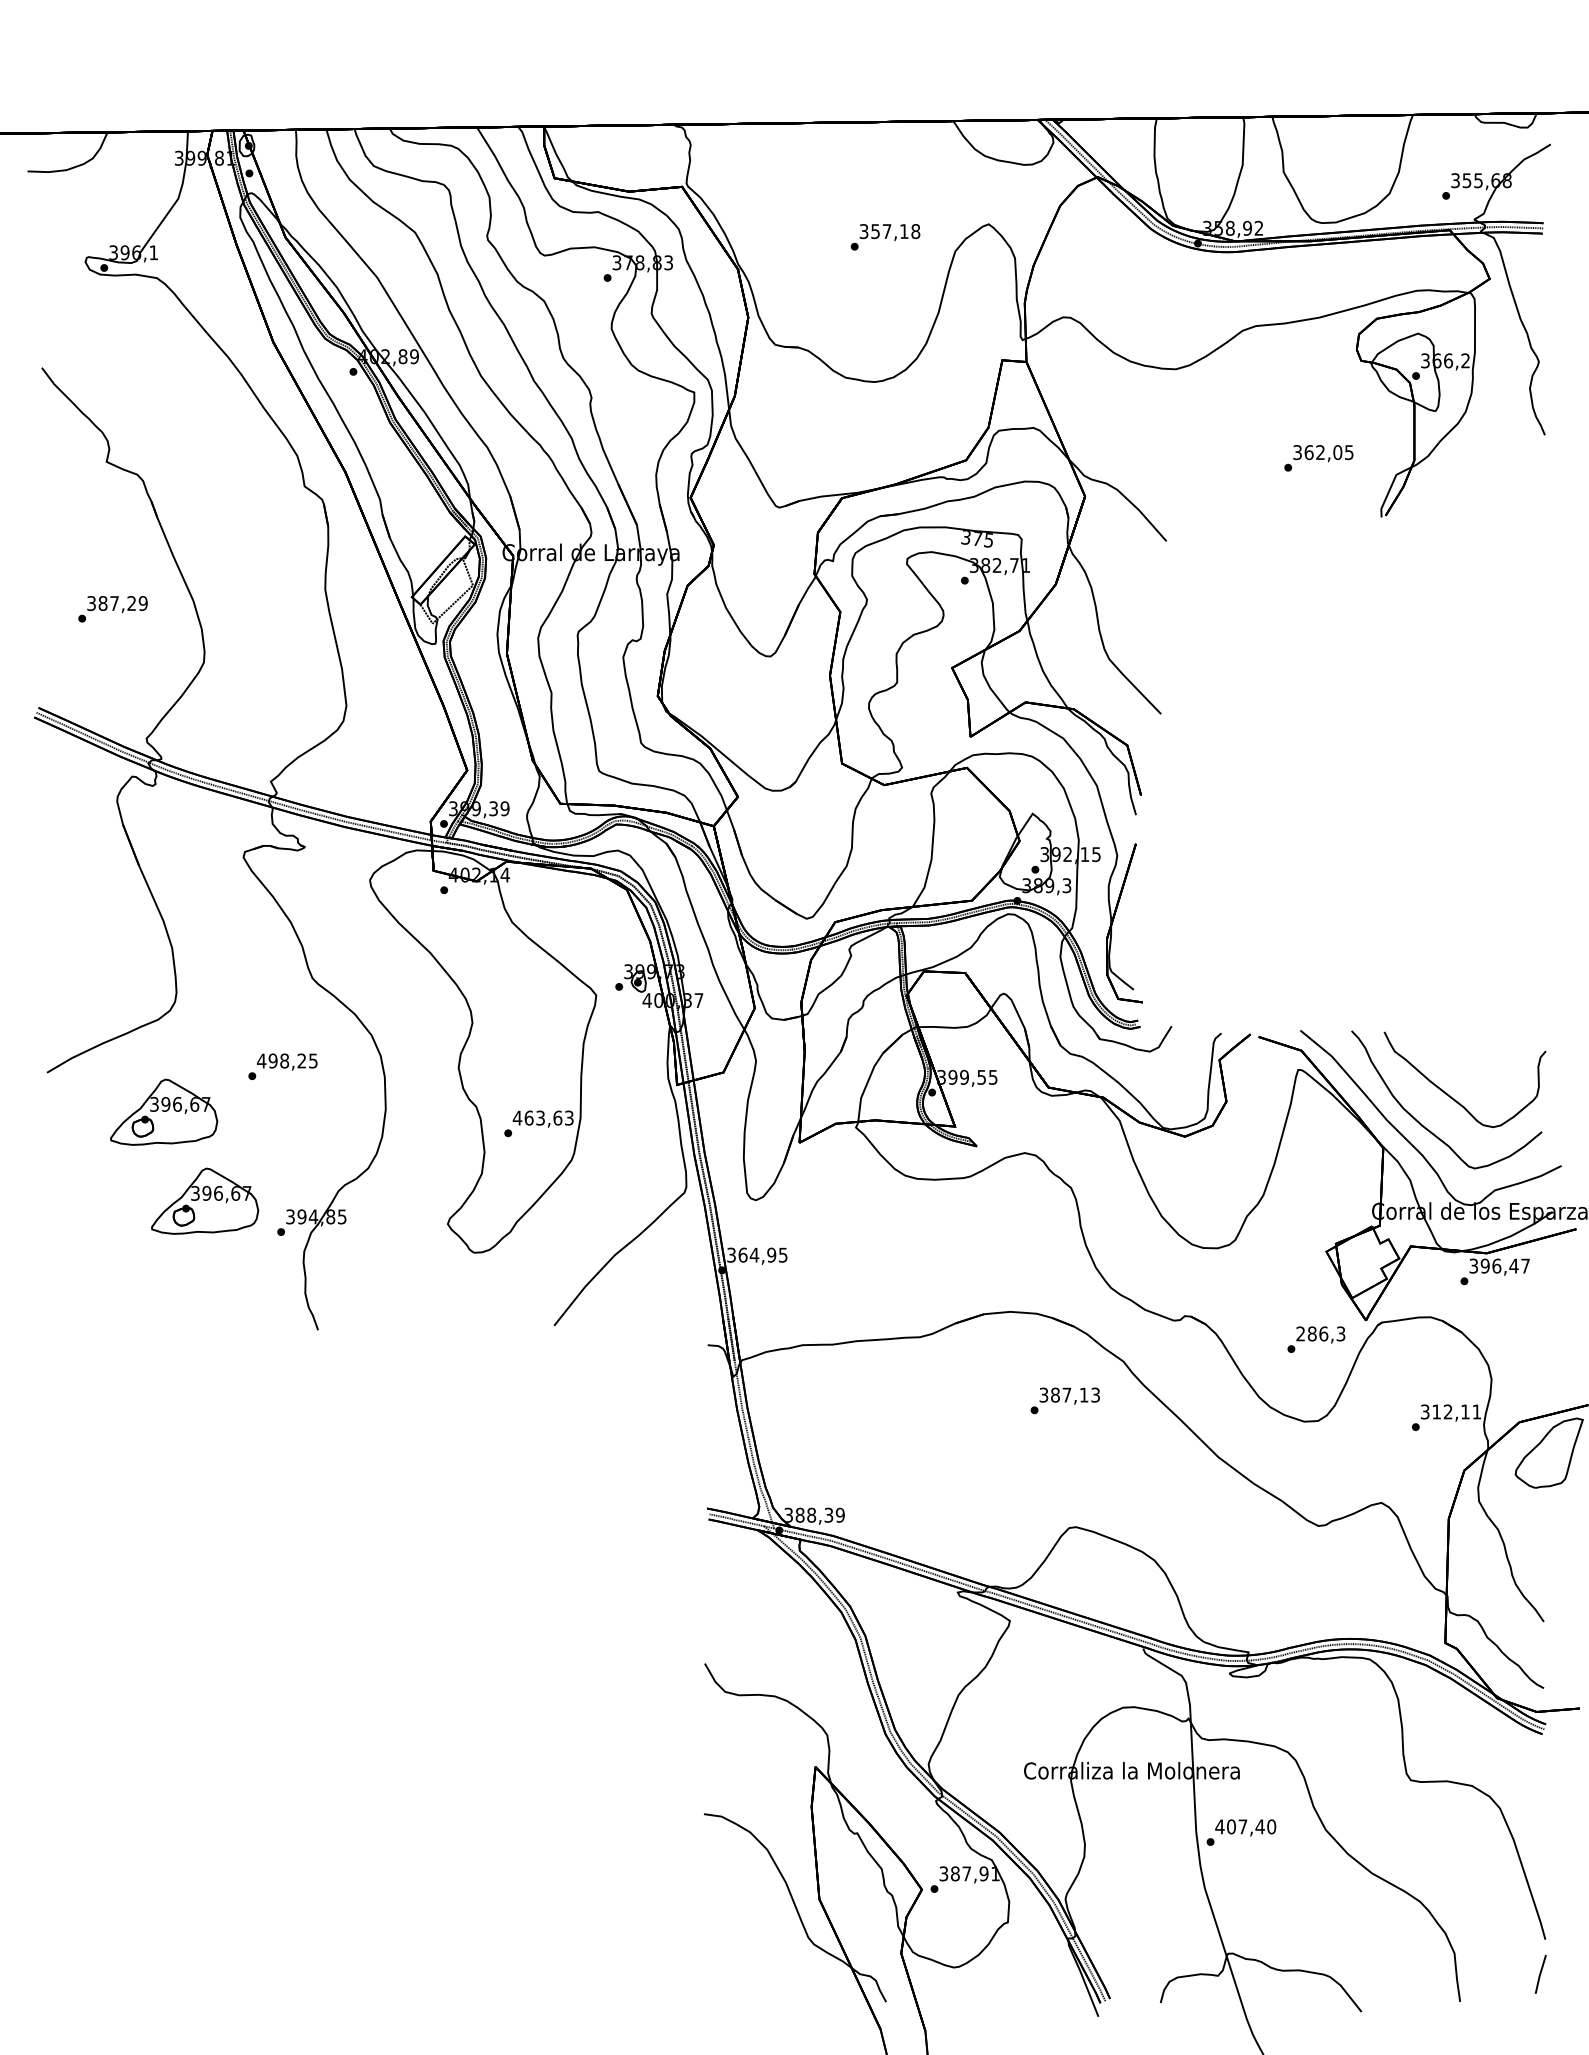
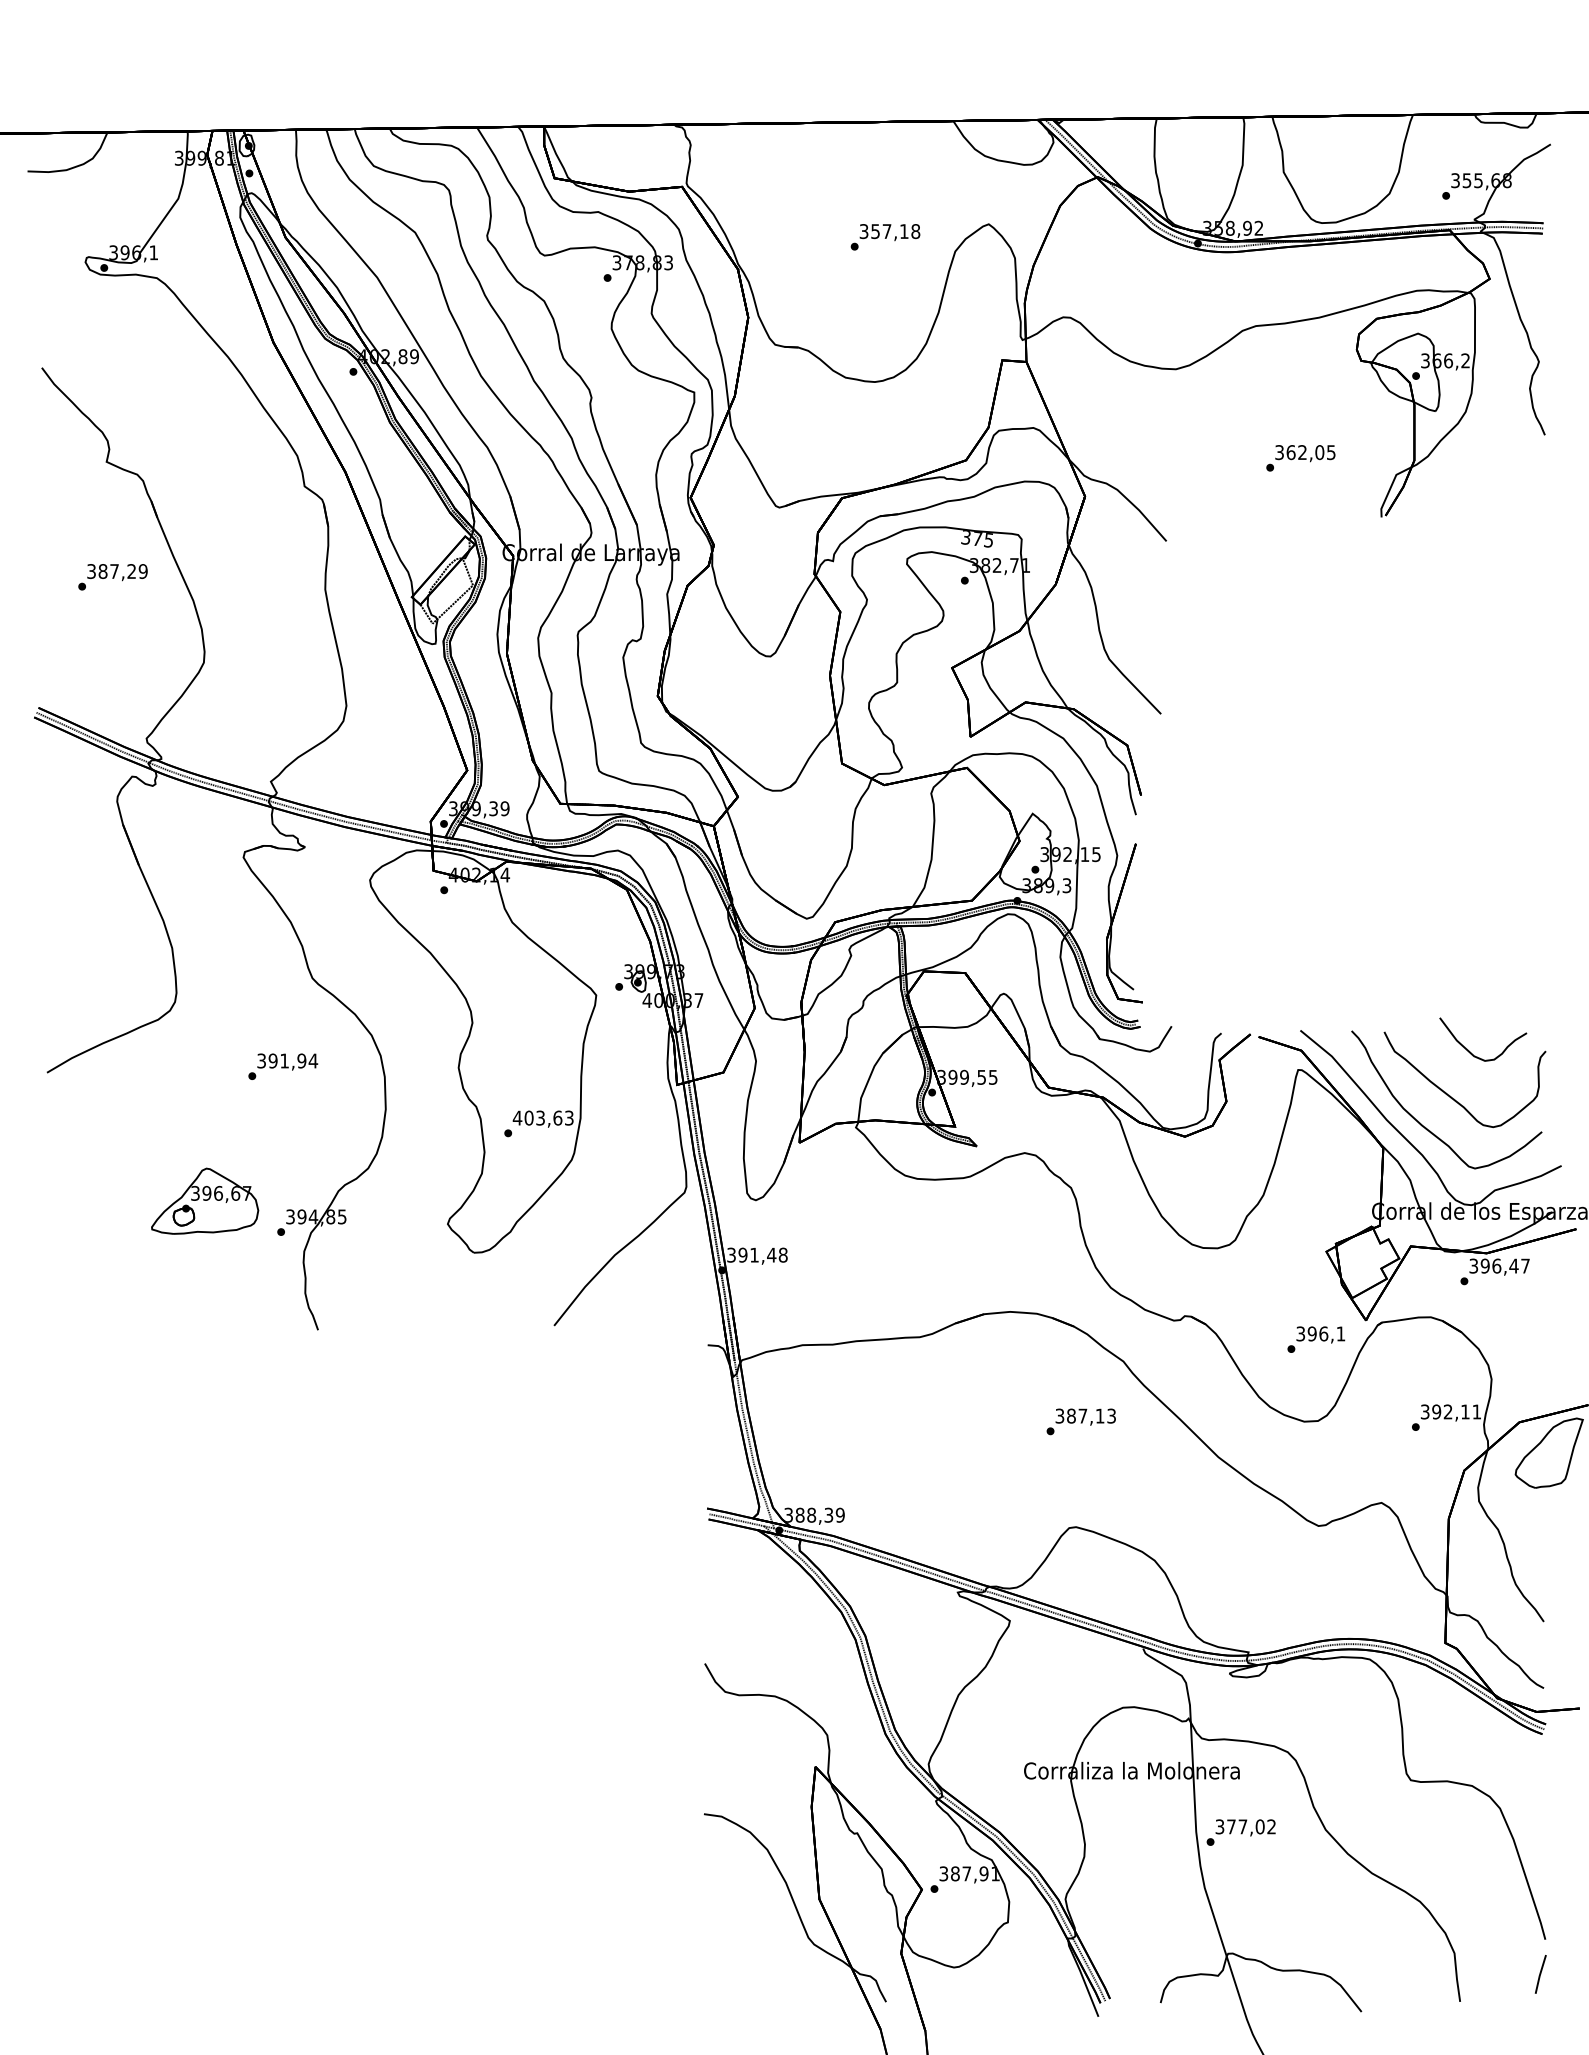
text at (1318, 458) position: (1318, 458) -> (1300, 458)
text at (112, 609) position: (112, 609) -> (112, 577)
part at (1470, 1051): none -> present
text at (287, 1060): 498,25 -> 391,94
part at (164, 1111): present -> none
text at (528, 1117): 463,63 -> 403,63
text at (762, 1254): 364,95 -> 391,48
text at (1320, 1333): 286,3 -> 396,1
text at (1064, 1400) position: (1064, 1400) -> (1080, 1421)
text at (1436, 1411): 312,11 -> 392,11
text at (1245, 1826): 407,40 -> 377,02
